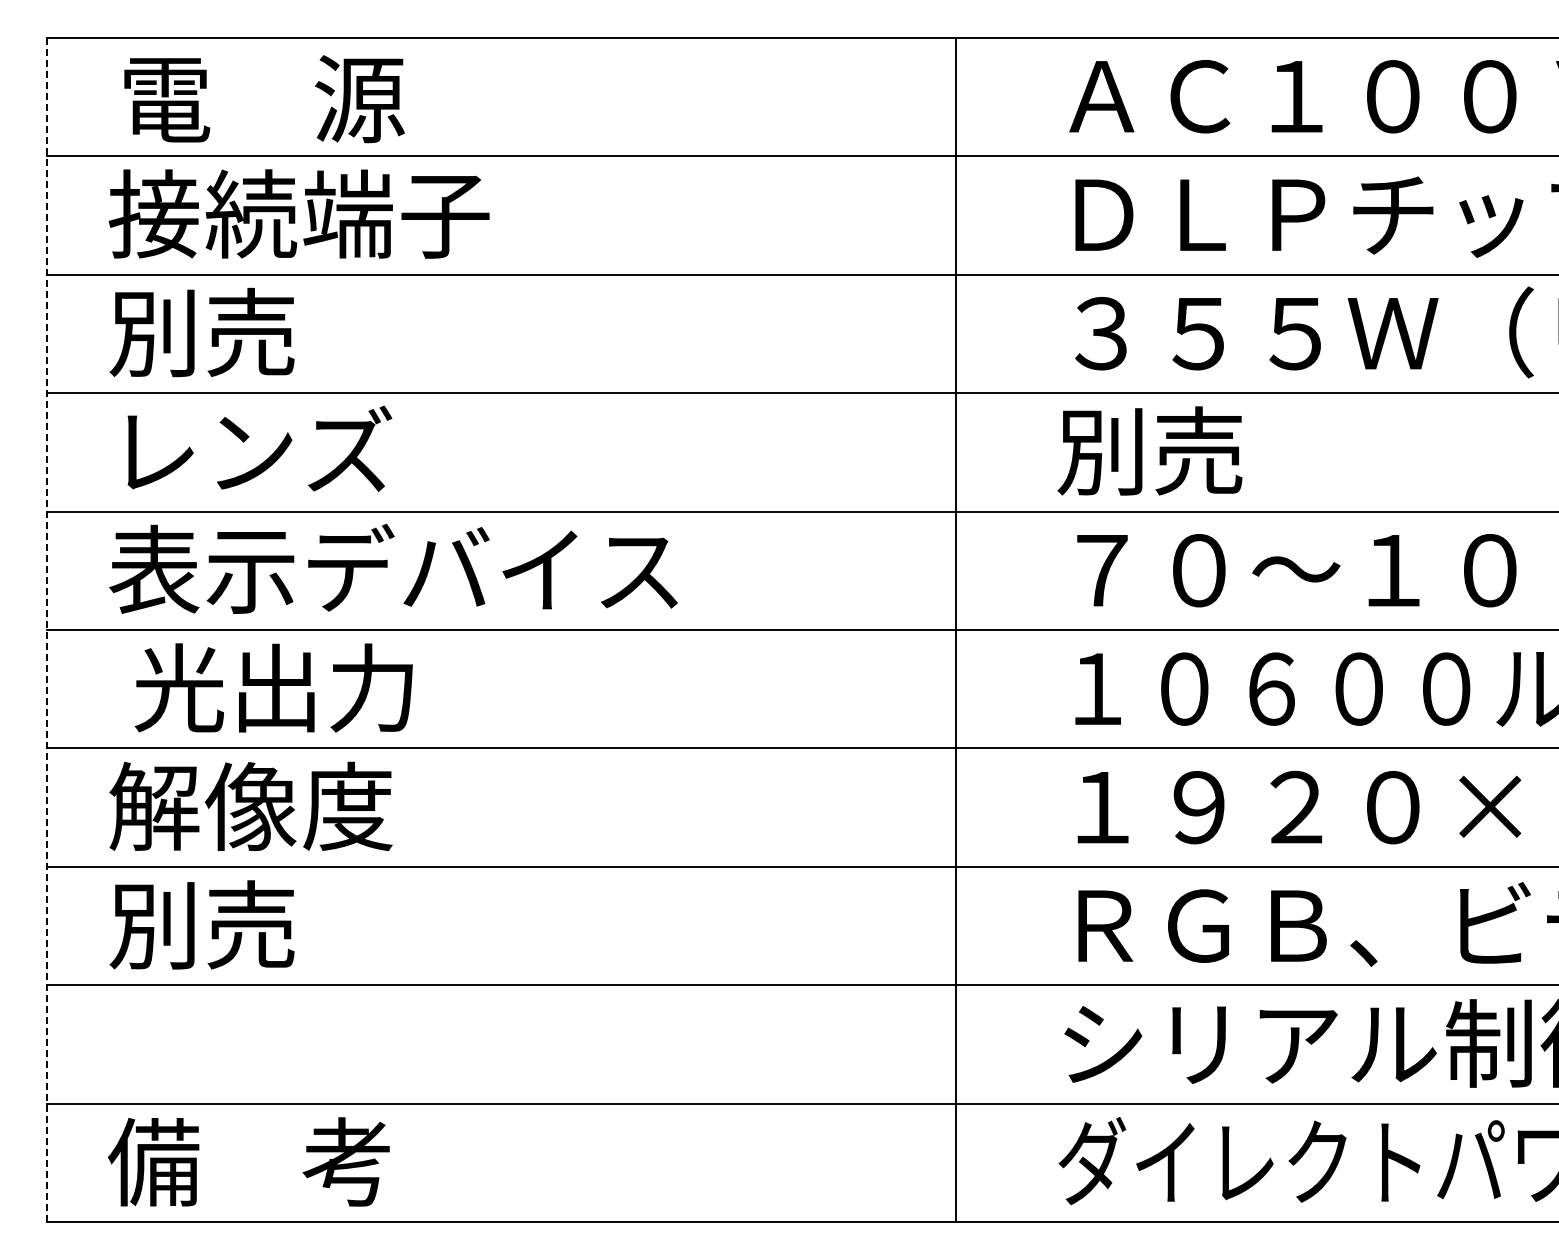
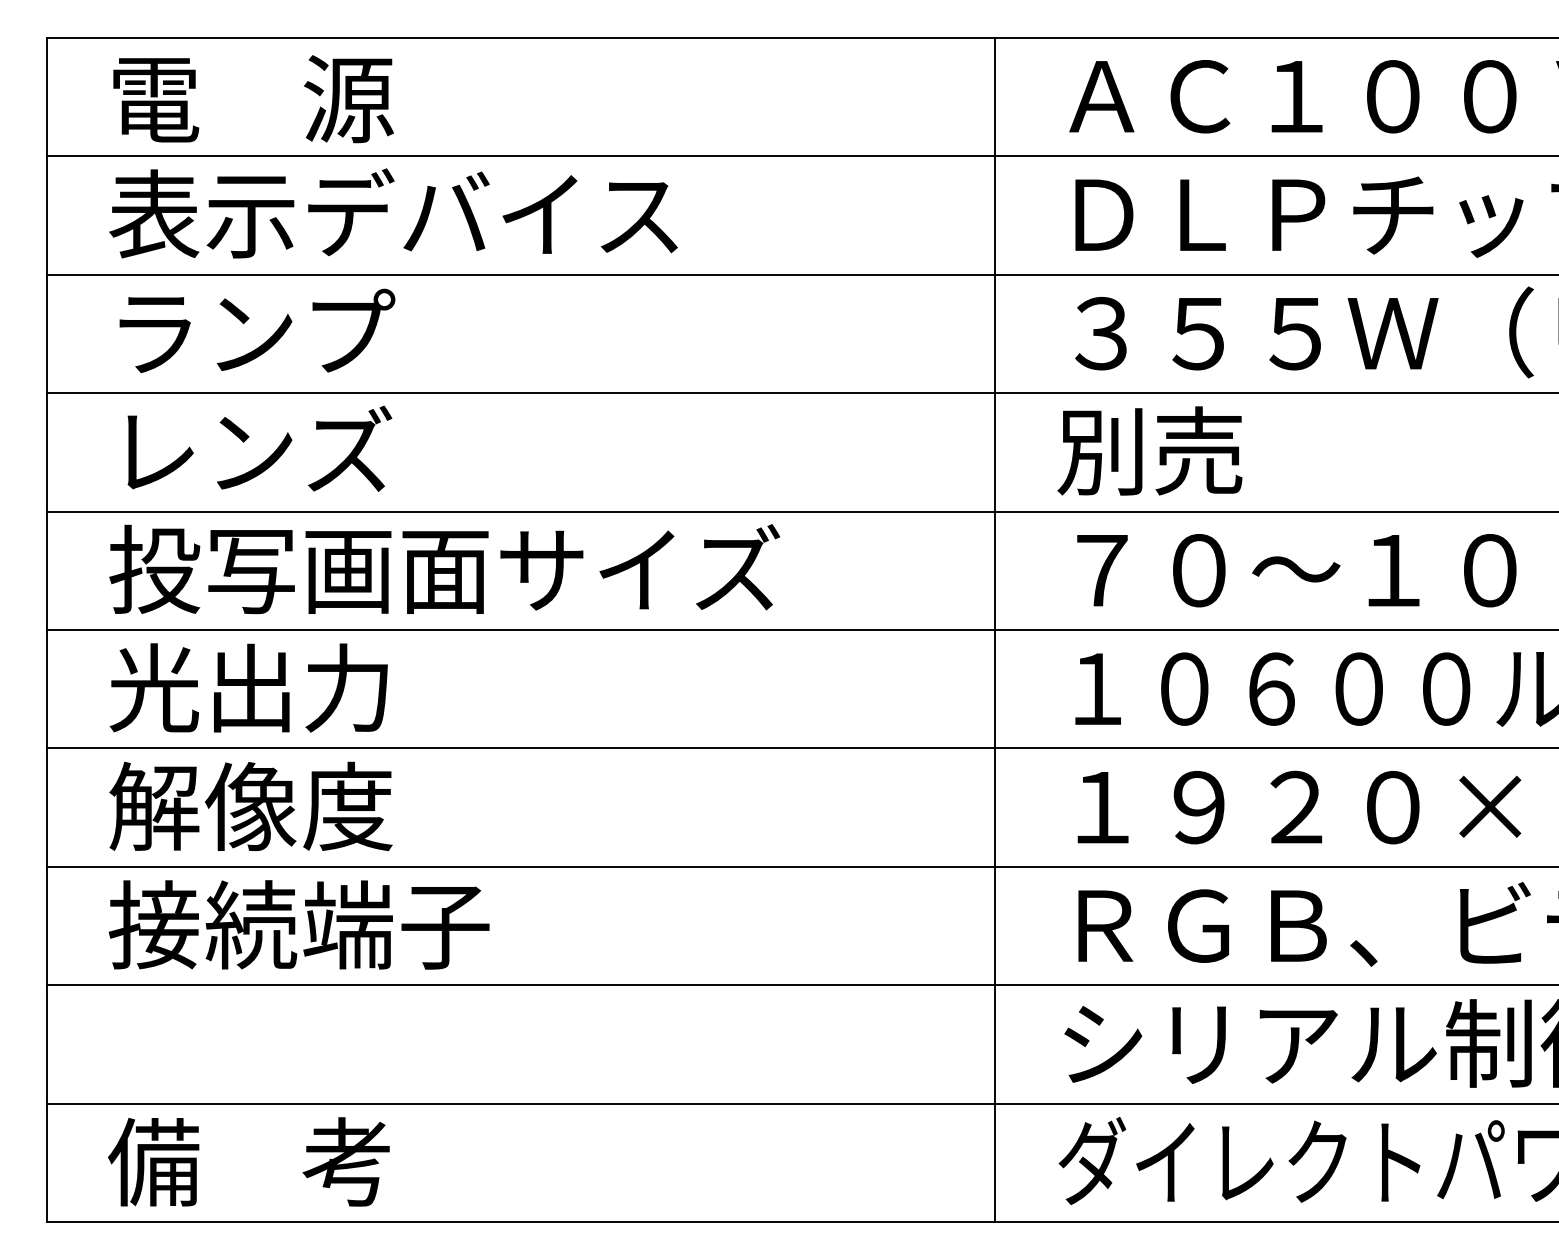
text at (264, 99) position: (264, 99) -> (253, 99)
text at (392, 213): 接続端子 -> 表示デバイス
text at (252, 332): 別売 -> ランプ
text at (444, 568): 表示デバイス -> 投写画面サイズ
line at (955, 629) position: (955, 629) -> (994, 629)
line at (46, 630): dashed -> solid
text at (273, 687) position: (273, 687) -> (248, 687)
text at (298, 924): 別売 -> 接続端子
